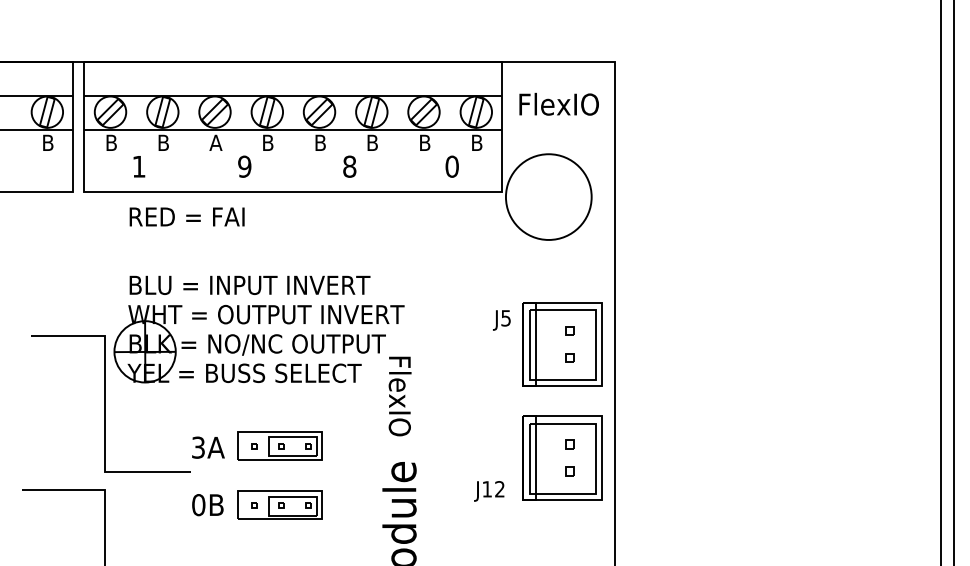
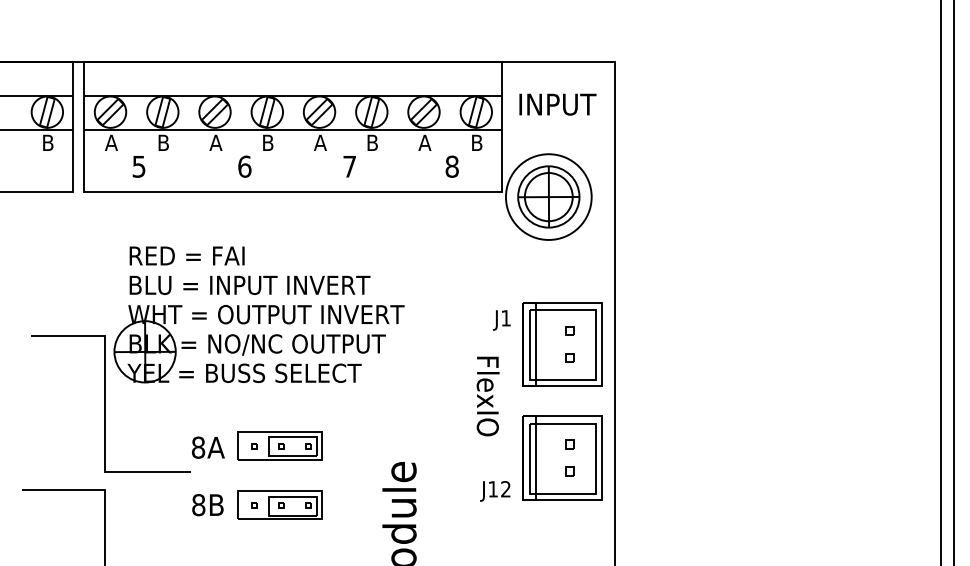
text at (560, 103): FlexIO -> INPUT
text at (111, 142): B -> A
text at (320, 142): B -> A
text at (424, 142): B -> A
text at (138, 166): 1 -> 5
text at (244, 166): 9 -> 6
text at (349, 166): 8 -> 7
text at (451, 166): 0 -> 8
part at (548, 196): none -> present
text at (186, 216) position: (186, 216) -> (186, 255)
text at (505, 318): J5 -> J1
text at (399, 396) position: (399, 396) -> (487, 396)
text at (198, 447): 3A -> 8A
text at (489, 491) position: (489, 491) -> (495, 491)
text at (198, 504): 0B -> 8B
